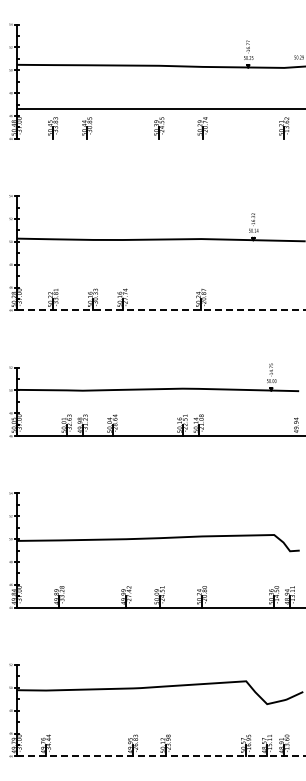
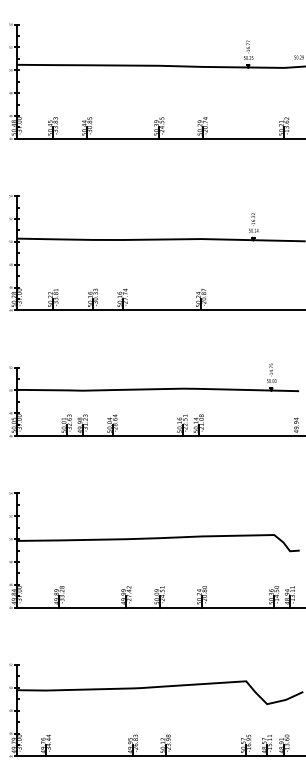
line at (159, 108) position: (159, 108) -> (159, 138)
line at (161, 310): dashed -> solid
line at (161, 756): dashed -> solid
